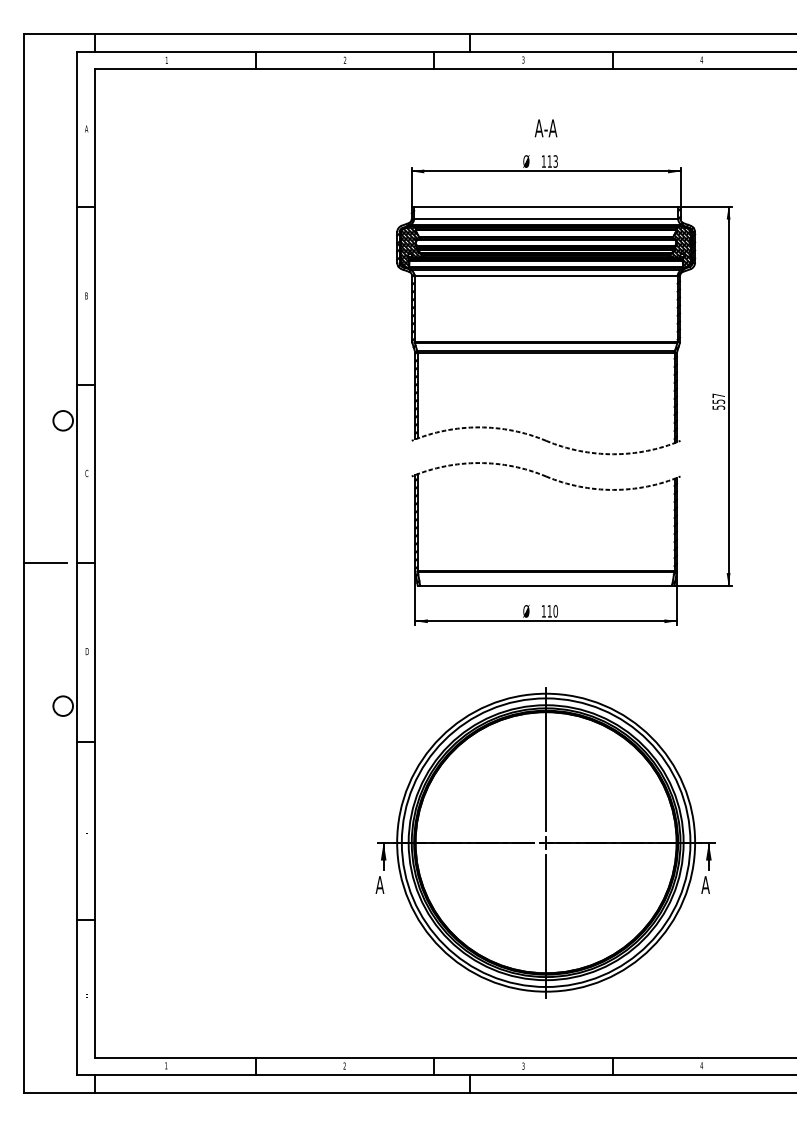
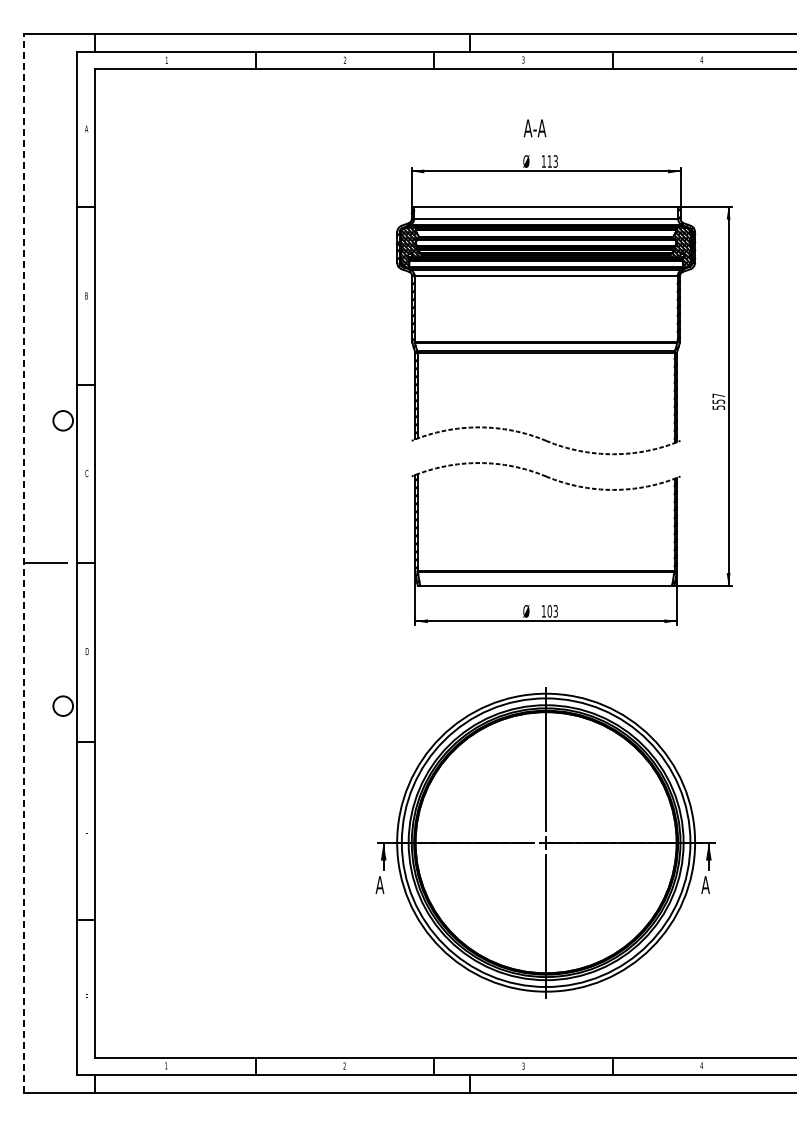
text at (545, 128) position: (545, 128) -> (534, 128)
line at (23, 563): solid -> dashed
text at (552, 611): 110 -> 103
